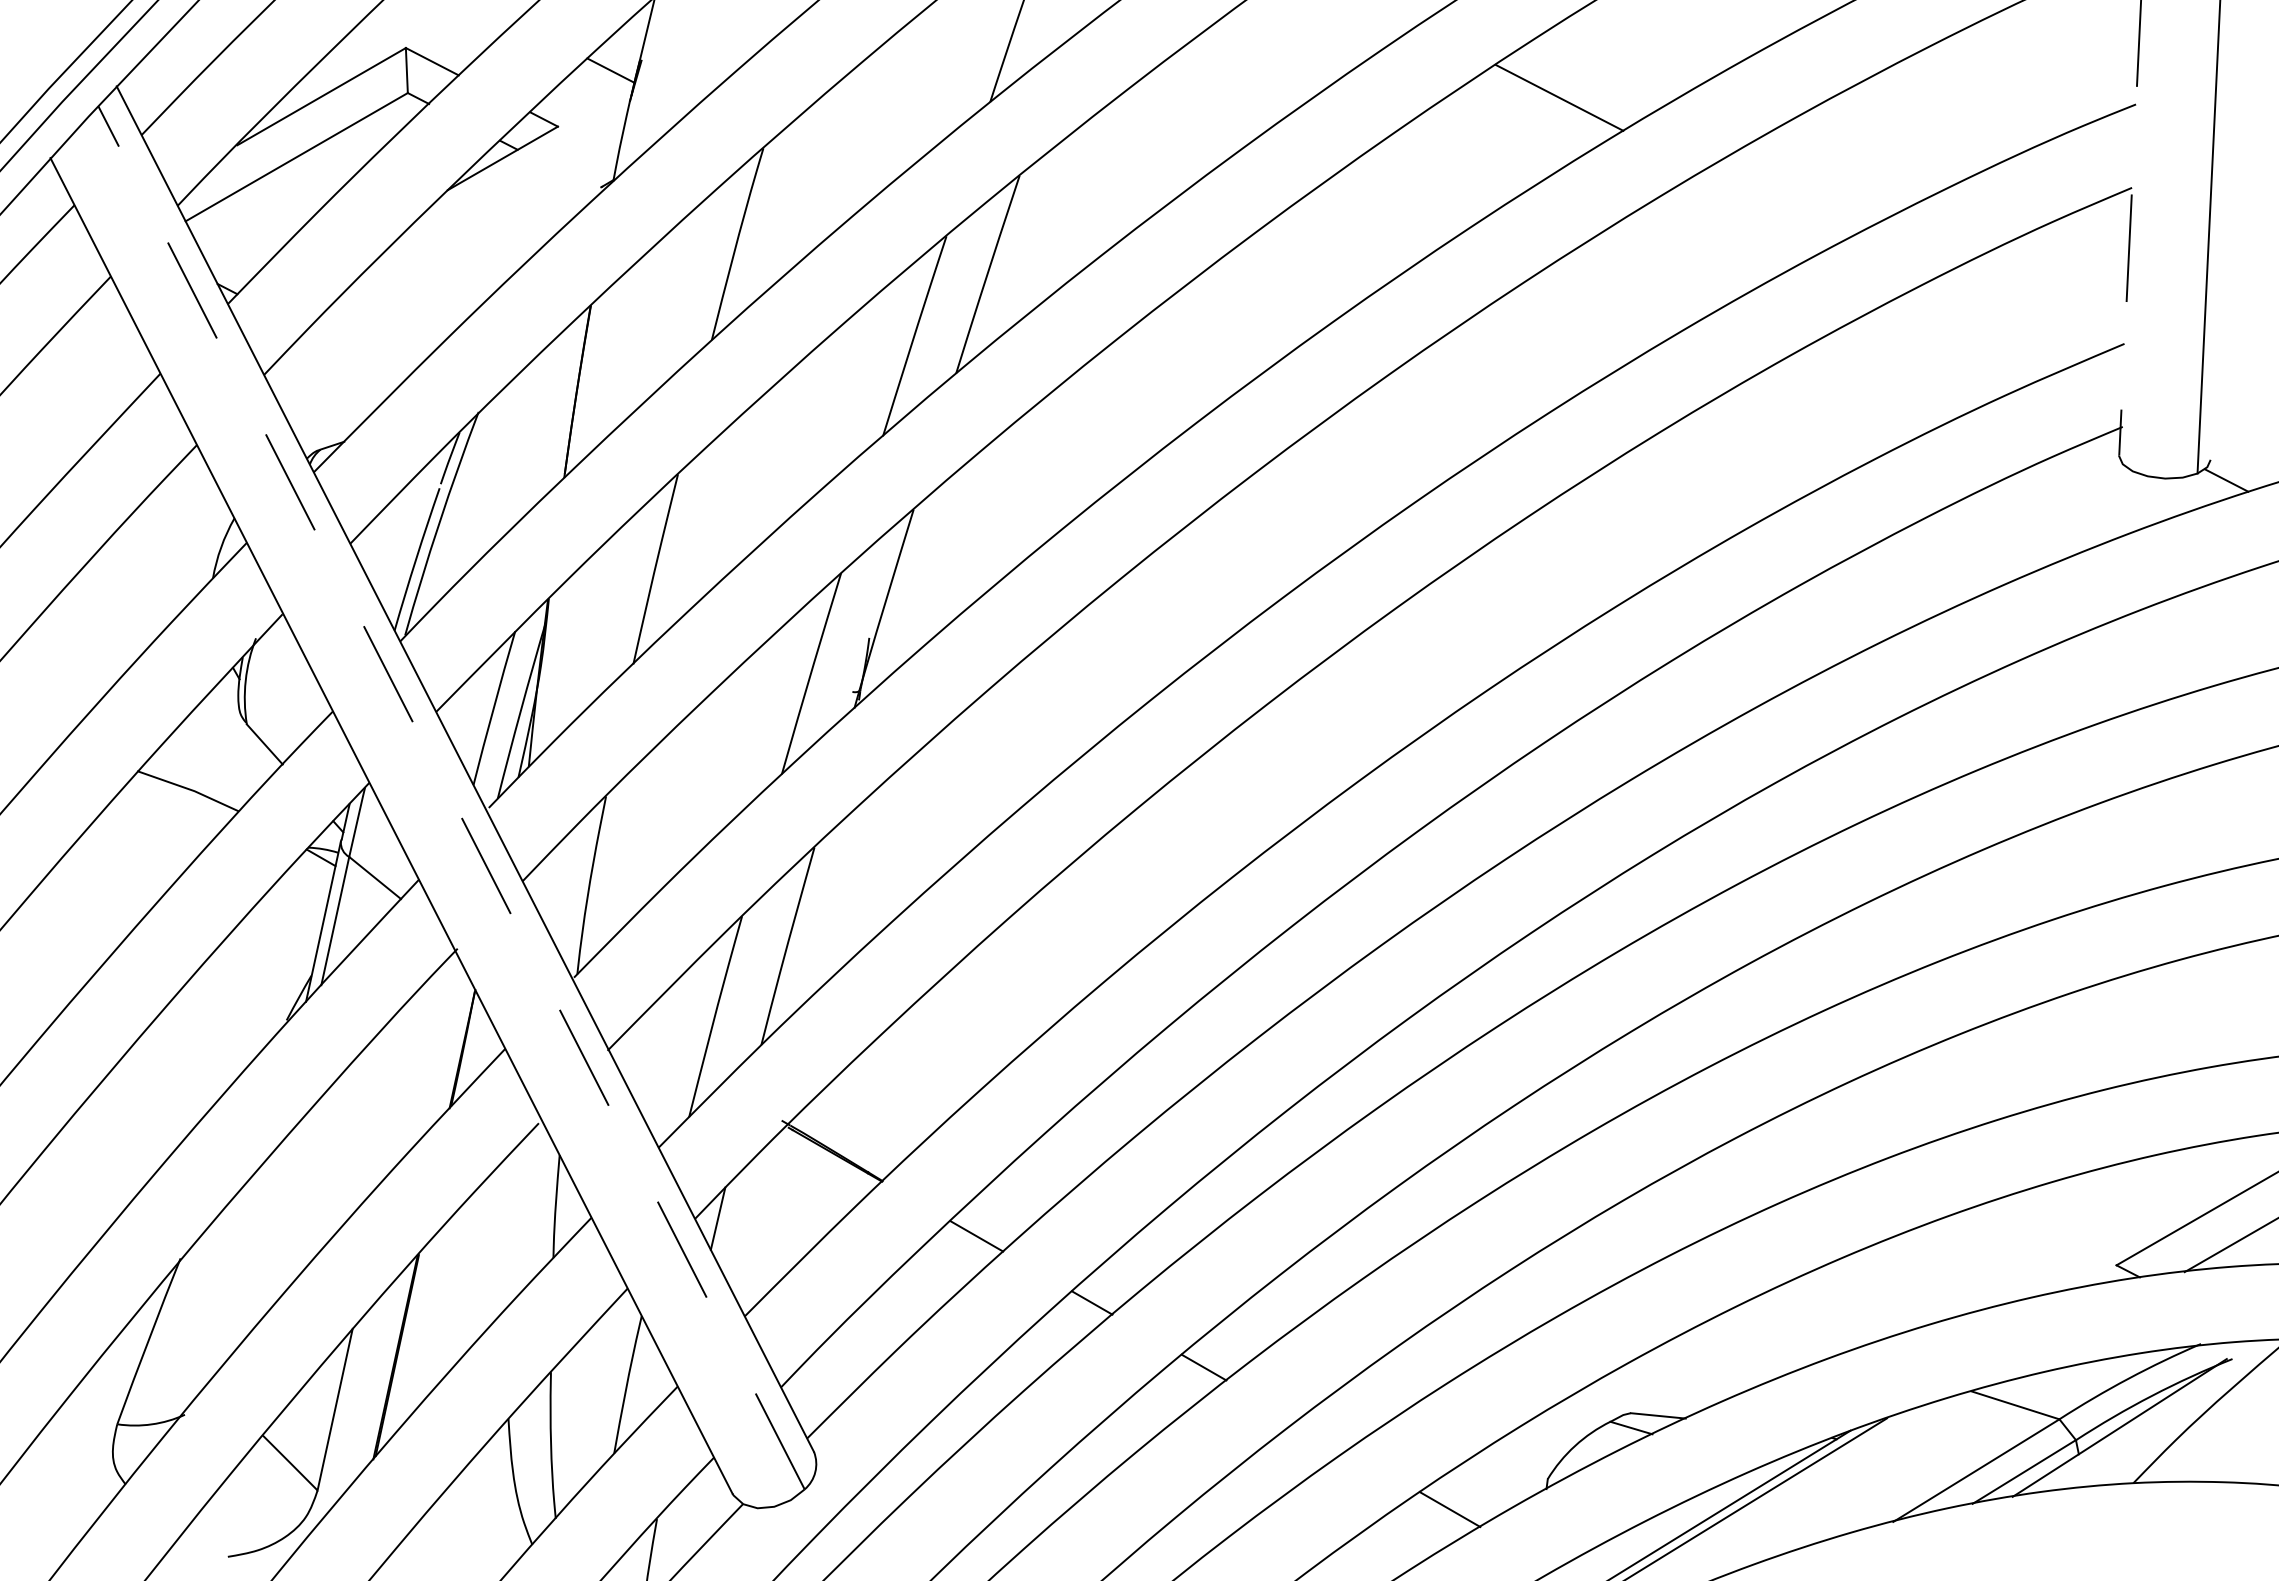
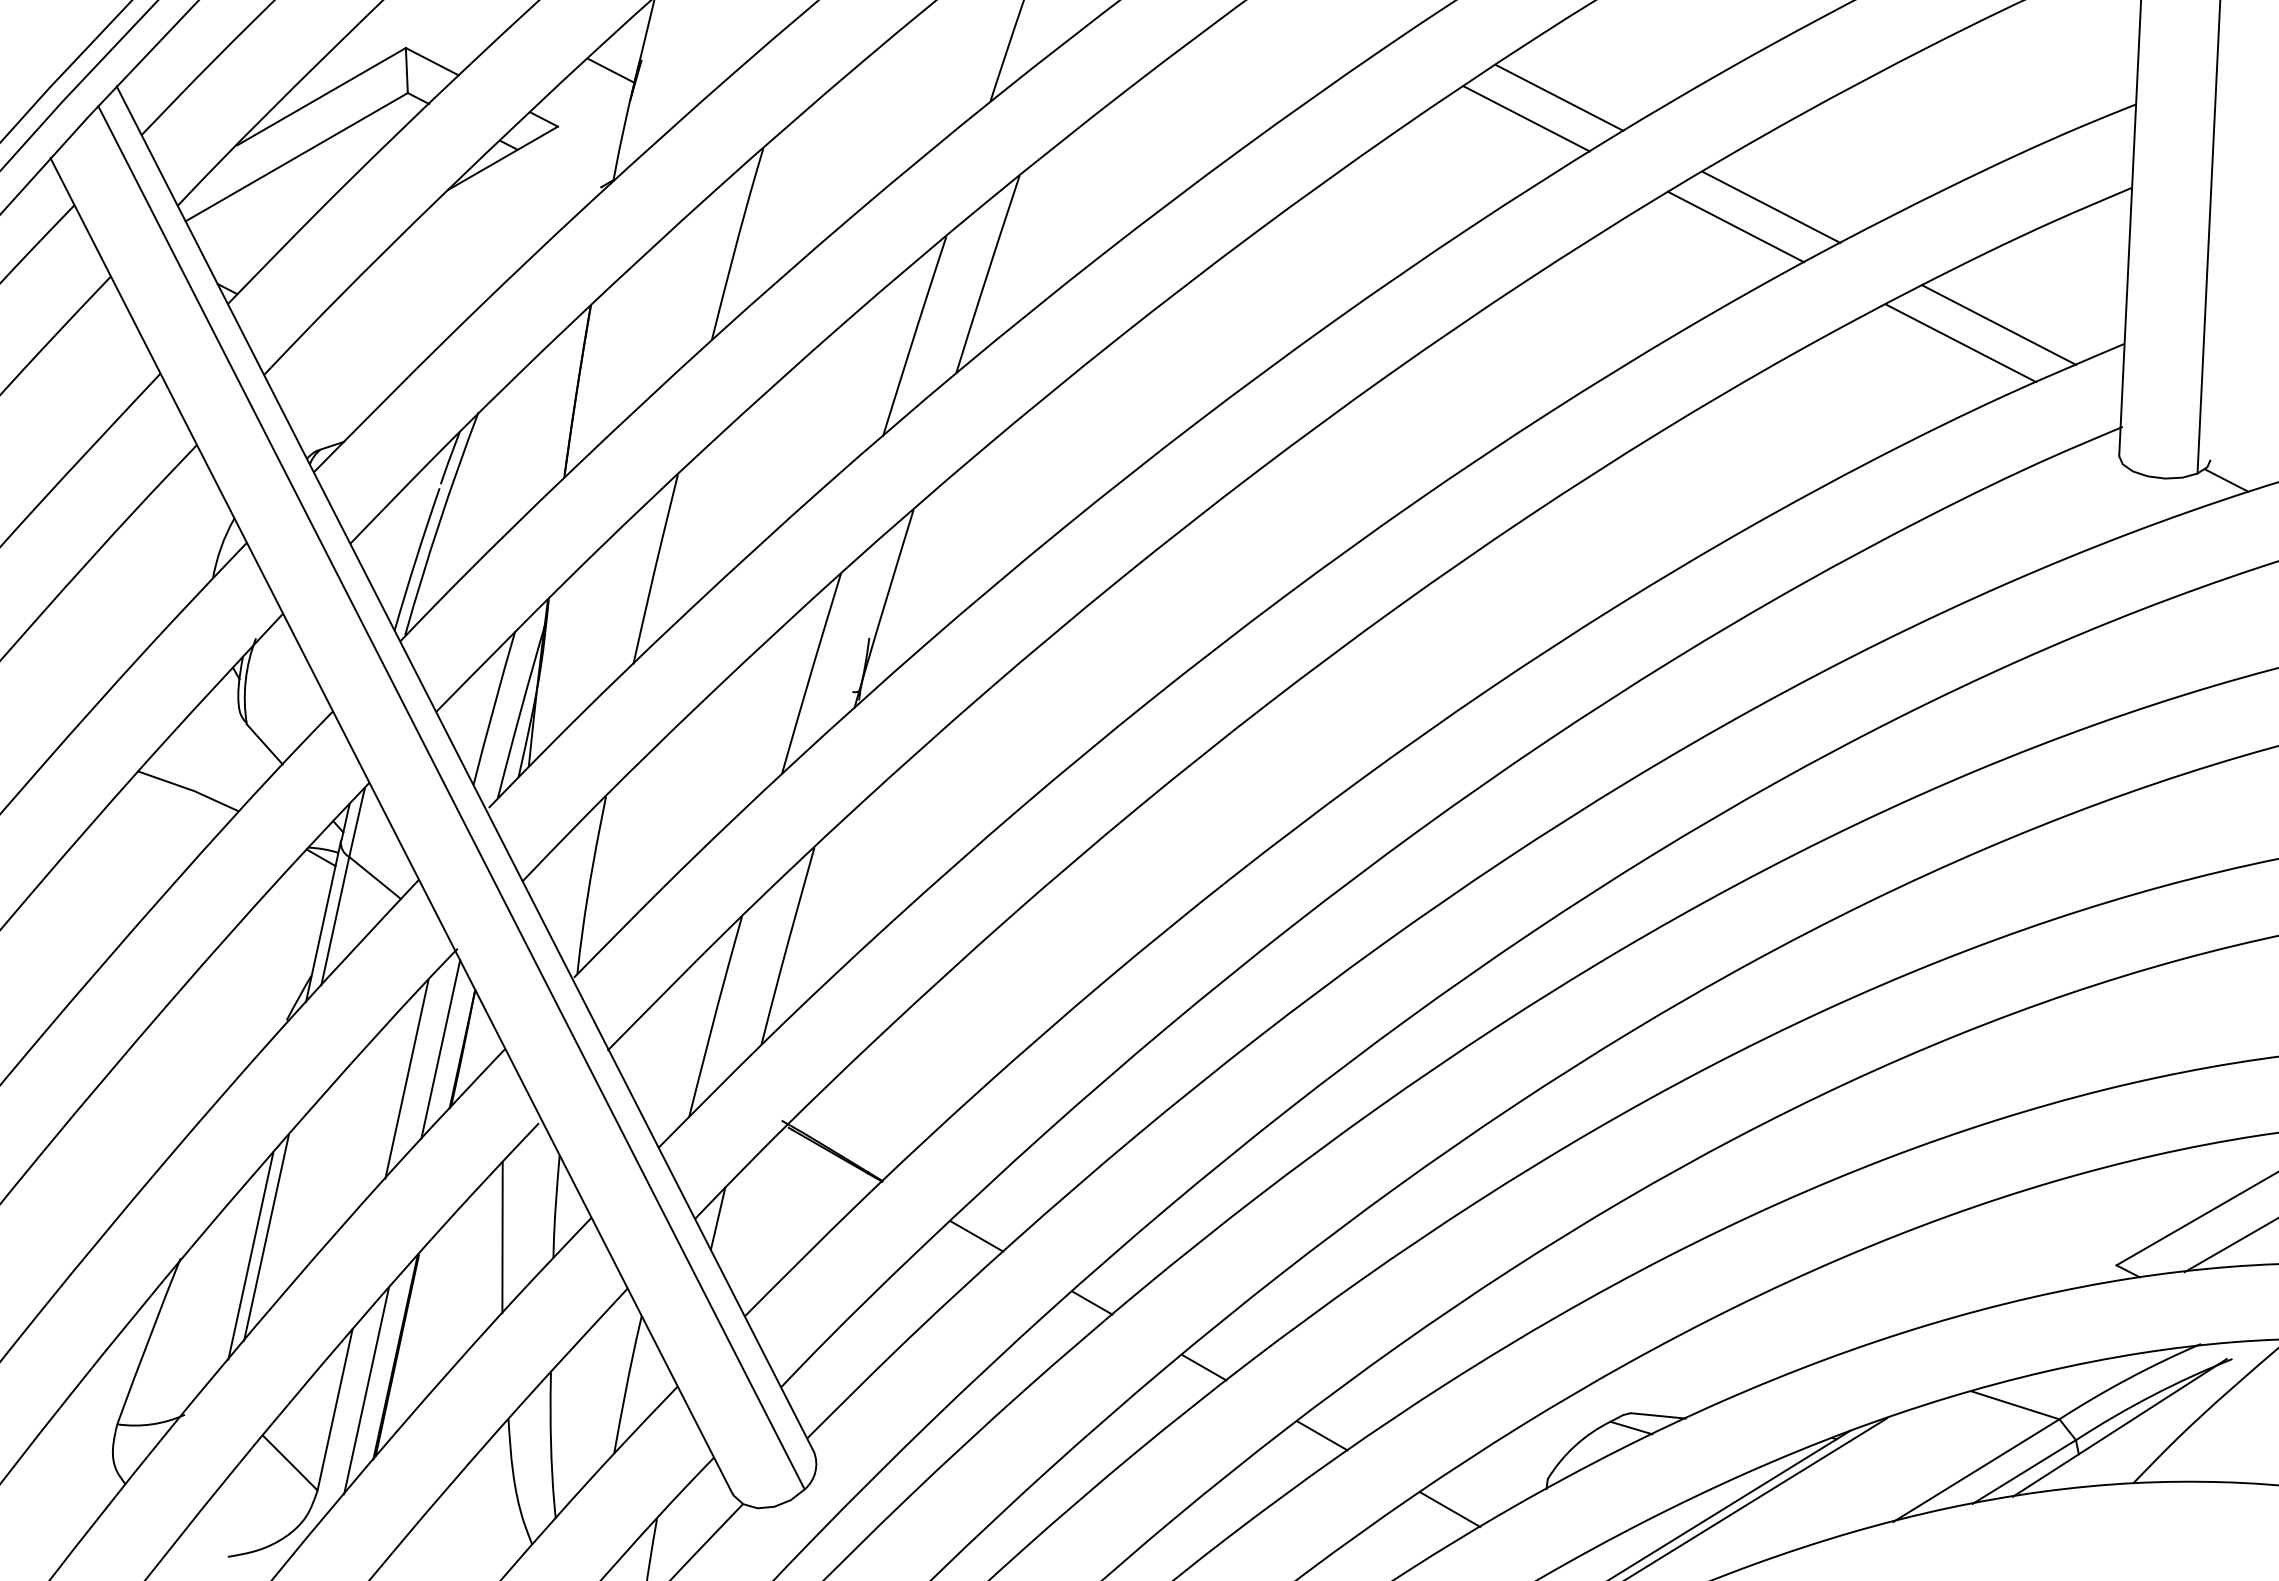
line at (1526, 118): none -> present
line at (1771, 206): none -> present
line at (1735, 226): none -> present
line at (2130, 227): dashed -> solid
line at (1998, 324): none -> present
line at (1960, 343): none -> present
line at (451, 797): dashed -> solid
line at (440, 1049): none -> present
line at (406, 1079): none -> present
line at (266, 1237): none -> present
line at (502, 1237): none -> present
line at (250, 1255): none -> present
line at (366, 1391): none -> present
line at (1321, 1435): none -> present
